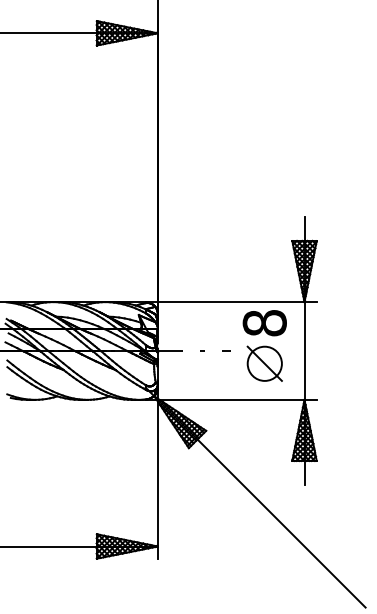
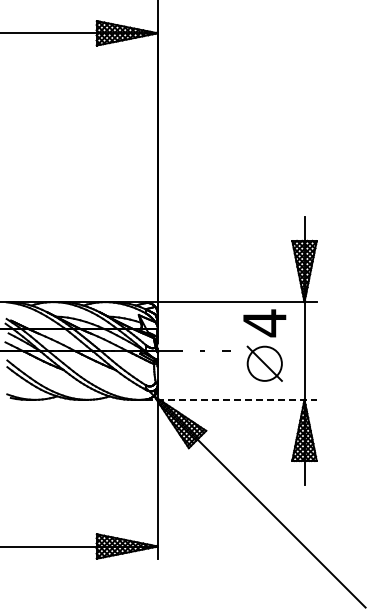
text at (264, 323): 8 -> 4
line at (231, 399): solid -> dashed
